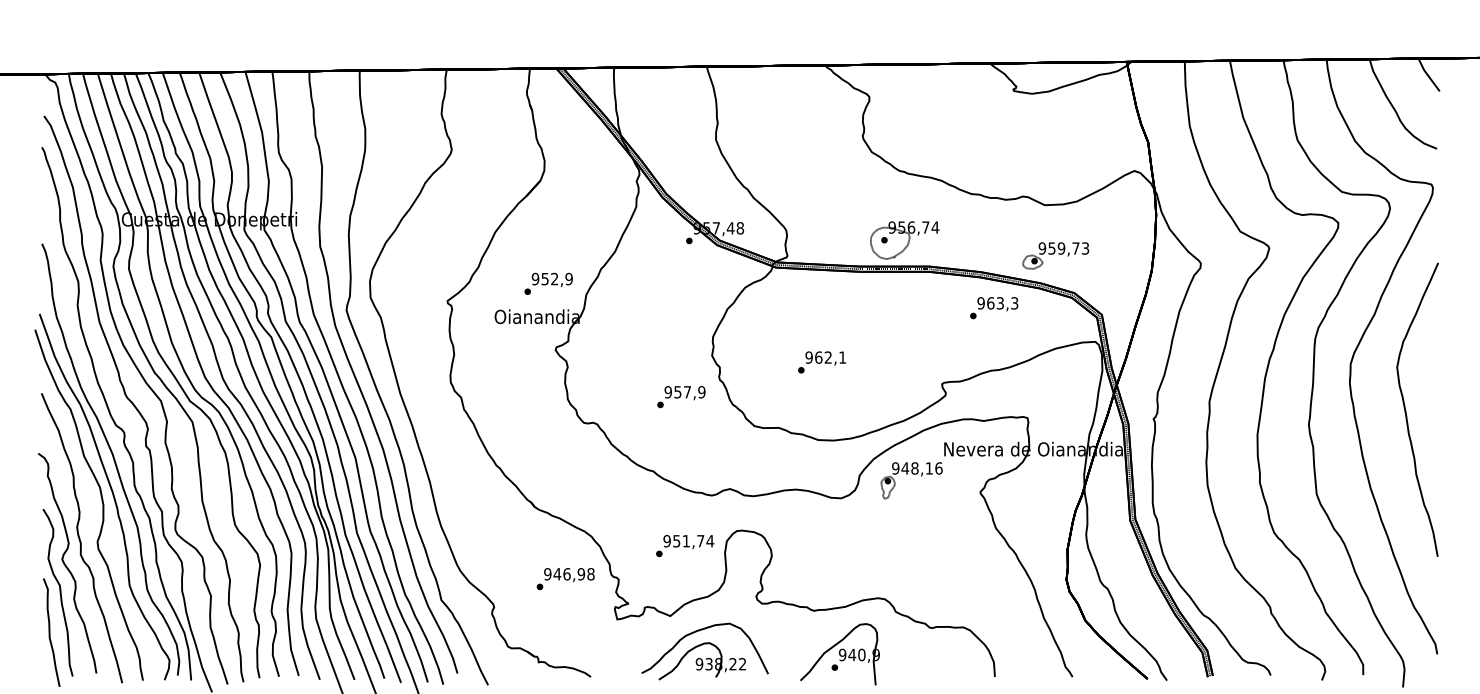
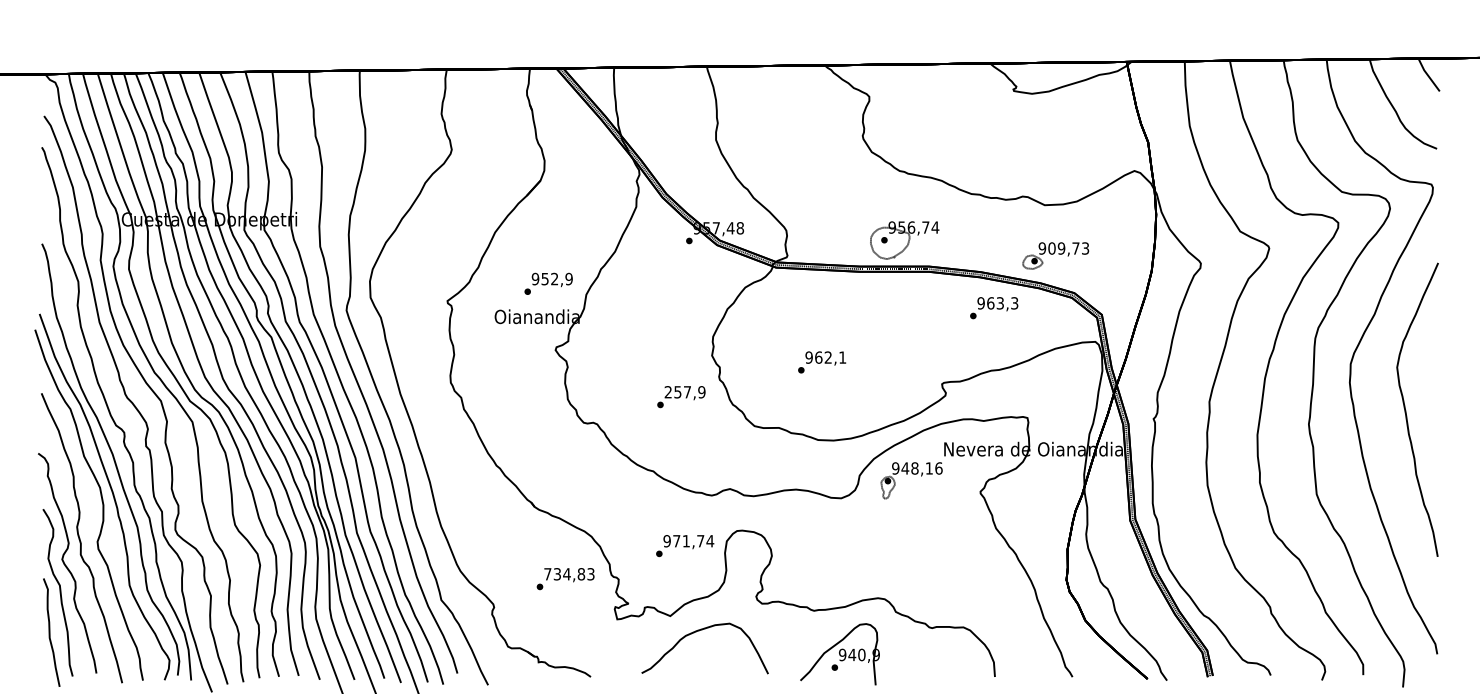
text at (1051, 248): 959,73 -> 909,73
text at (667, 392): 957,9 -> 257,9
text at (676, 541): 951,74 -> 971,74
text at (569, 574): 946,98 -> 734,83
part at (701, 661): present -> none
